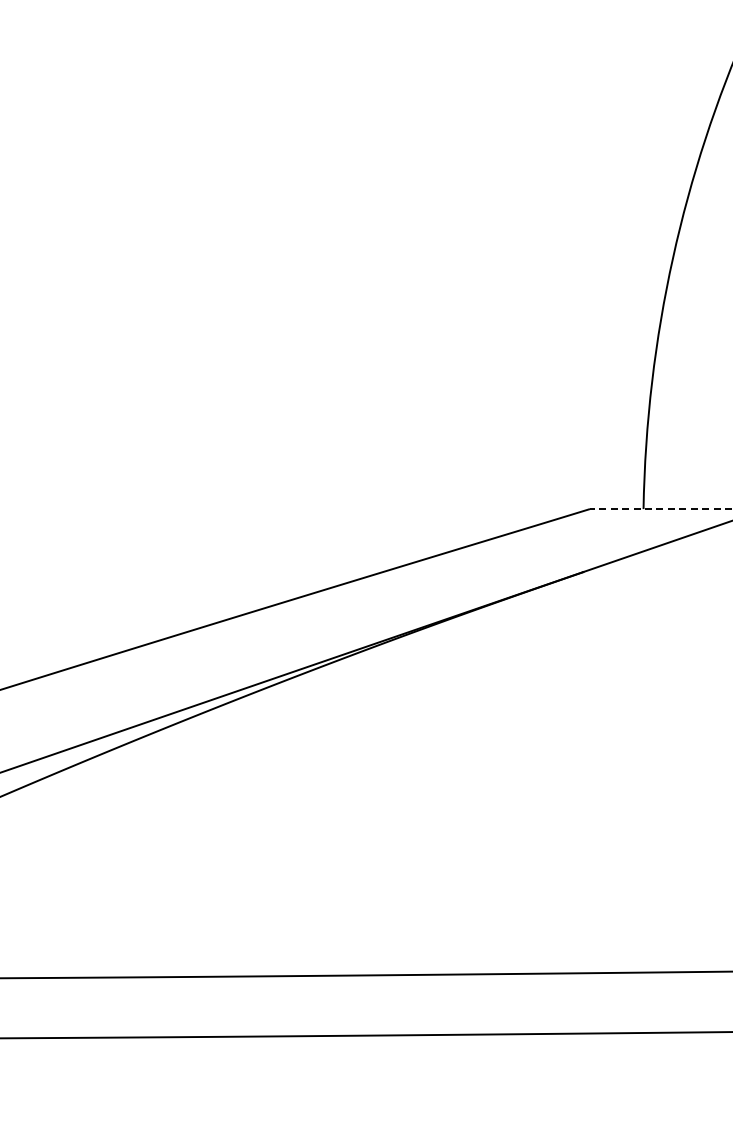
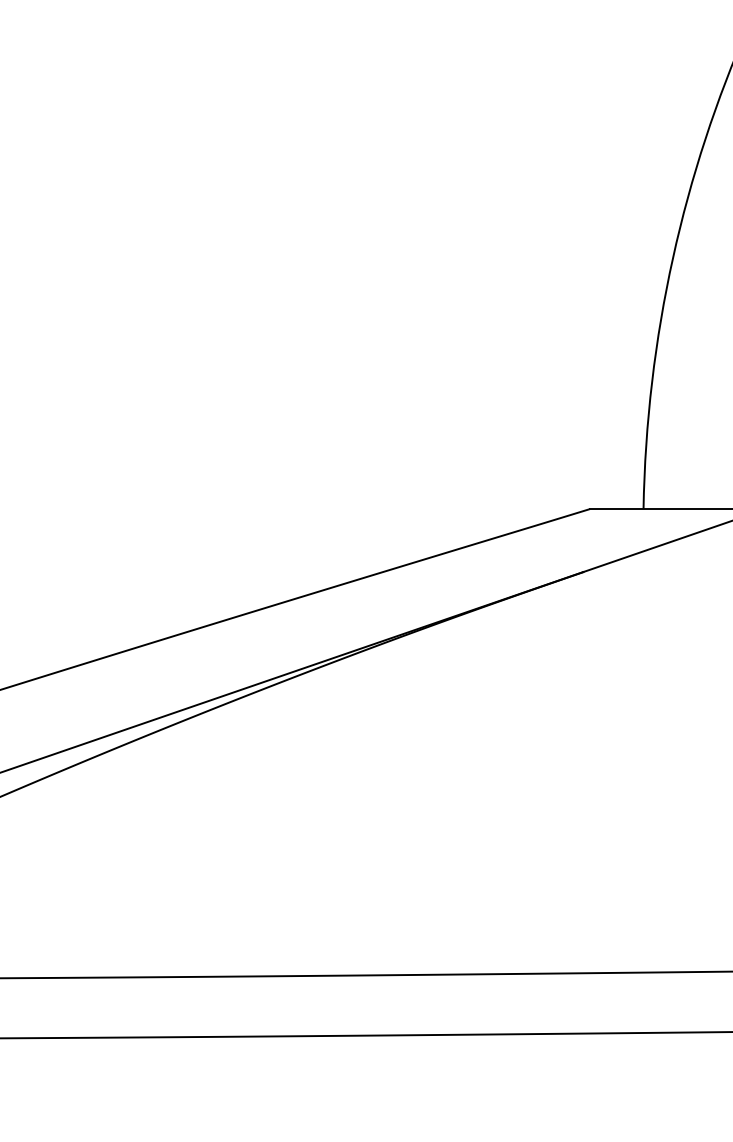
line at (660, 509): dashed -> solid
